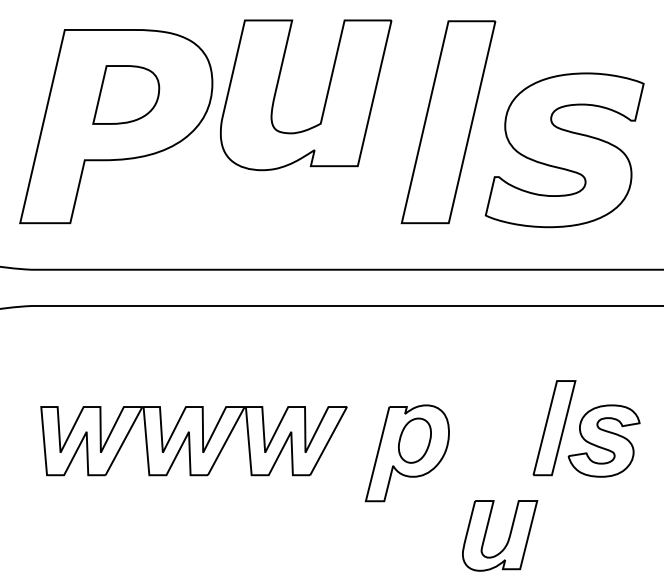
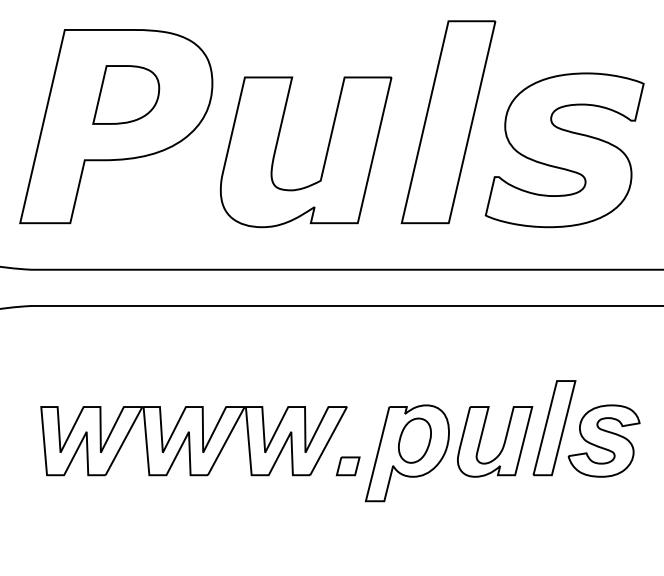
part at (325, 97) position: (325, 97) -> (325, 154)
part at (347, 466): none -> present
part at (508, 536) position: (508, 536) -> (503, 442)
